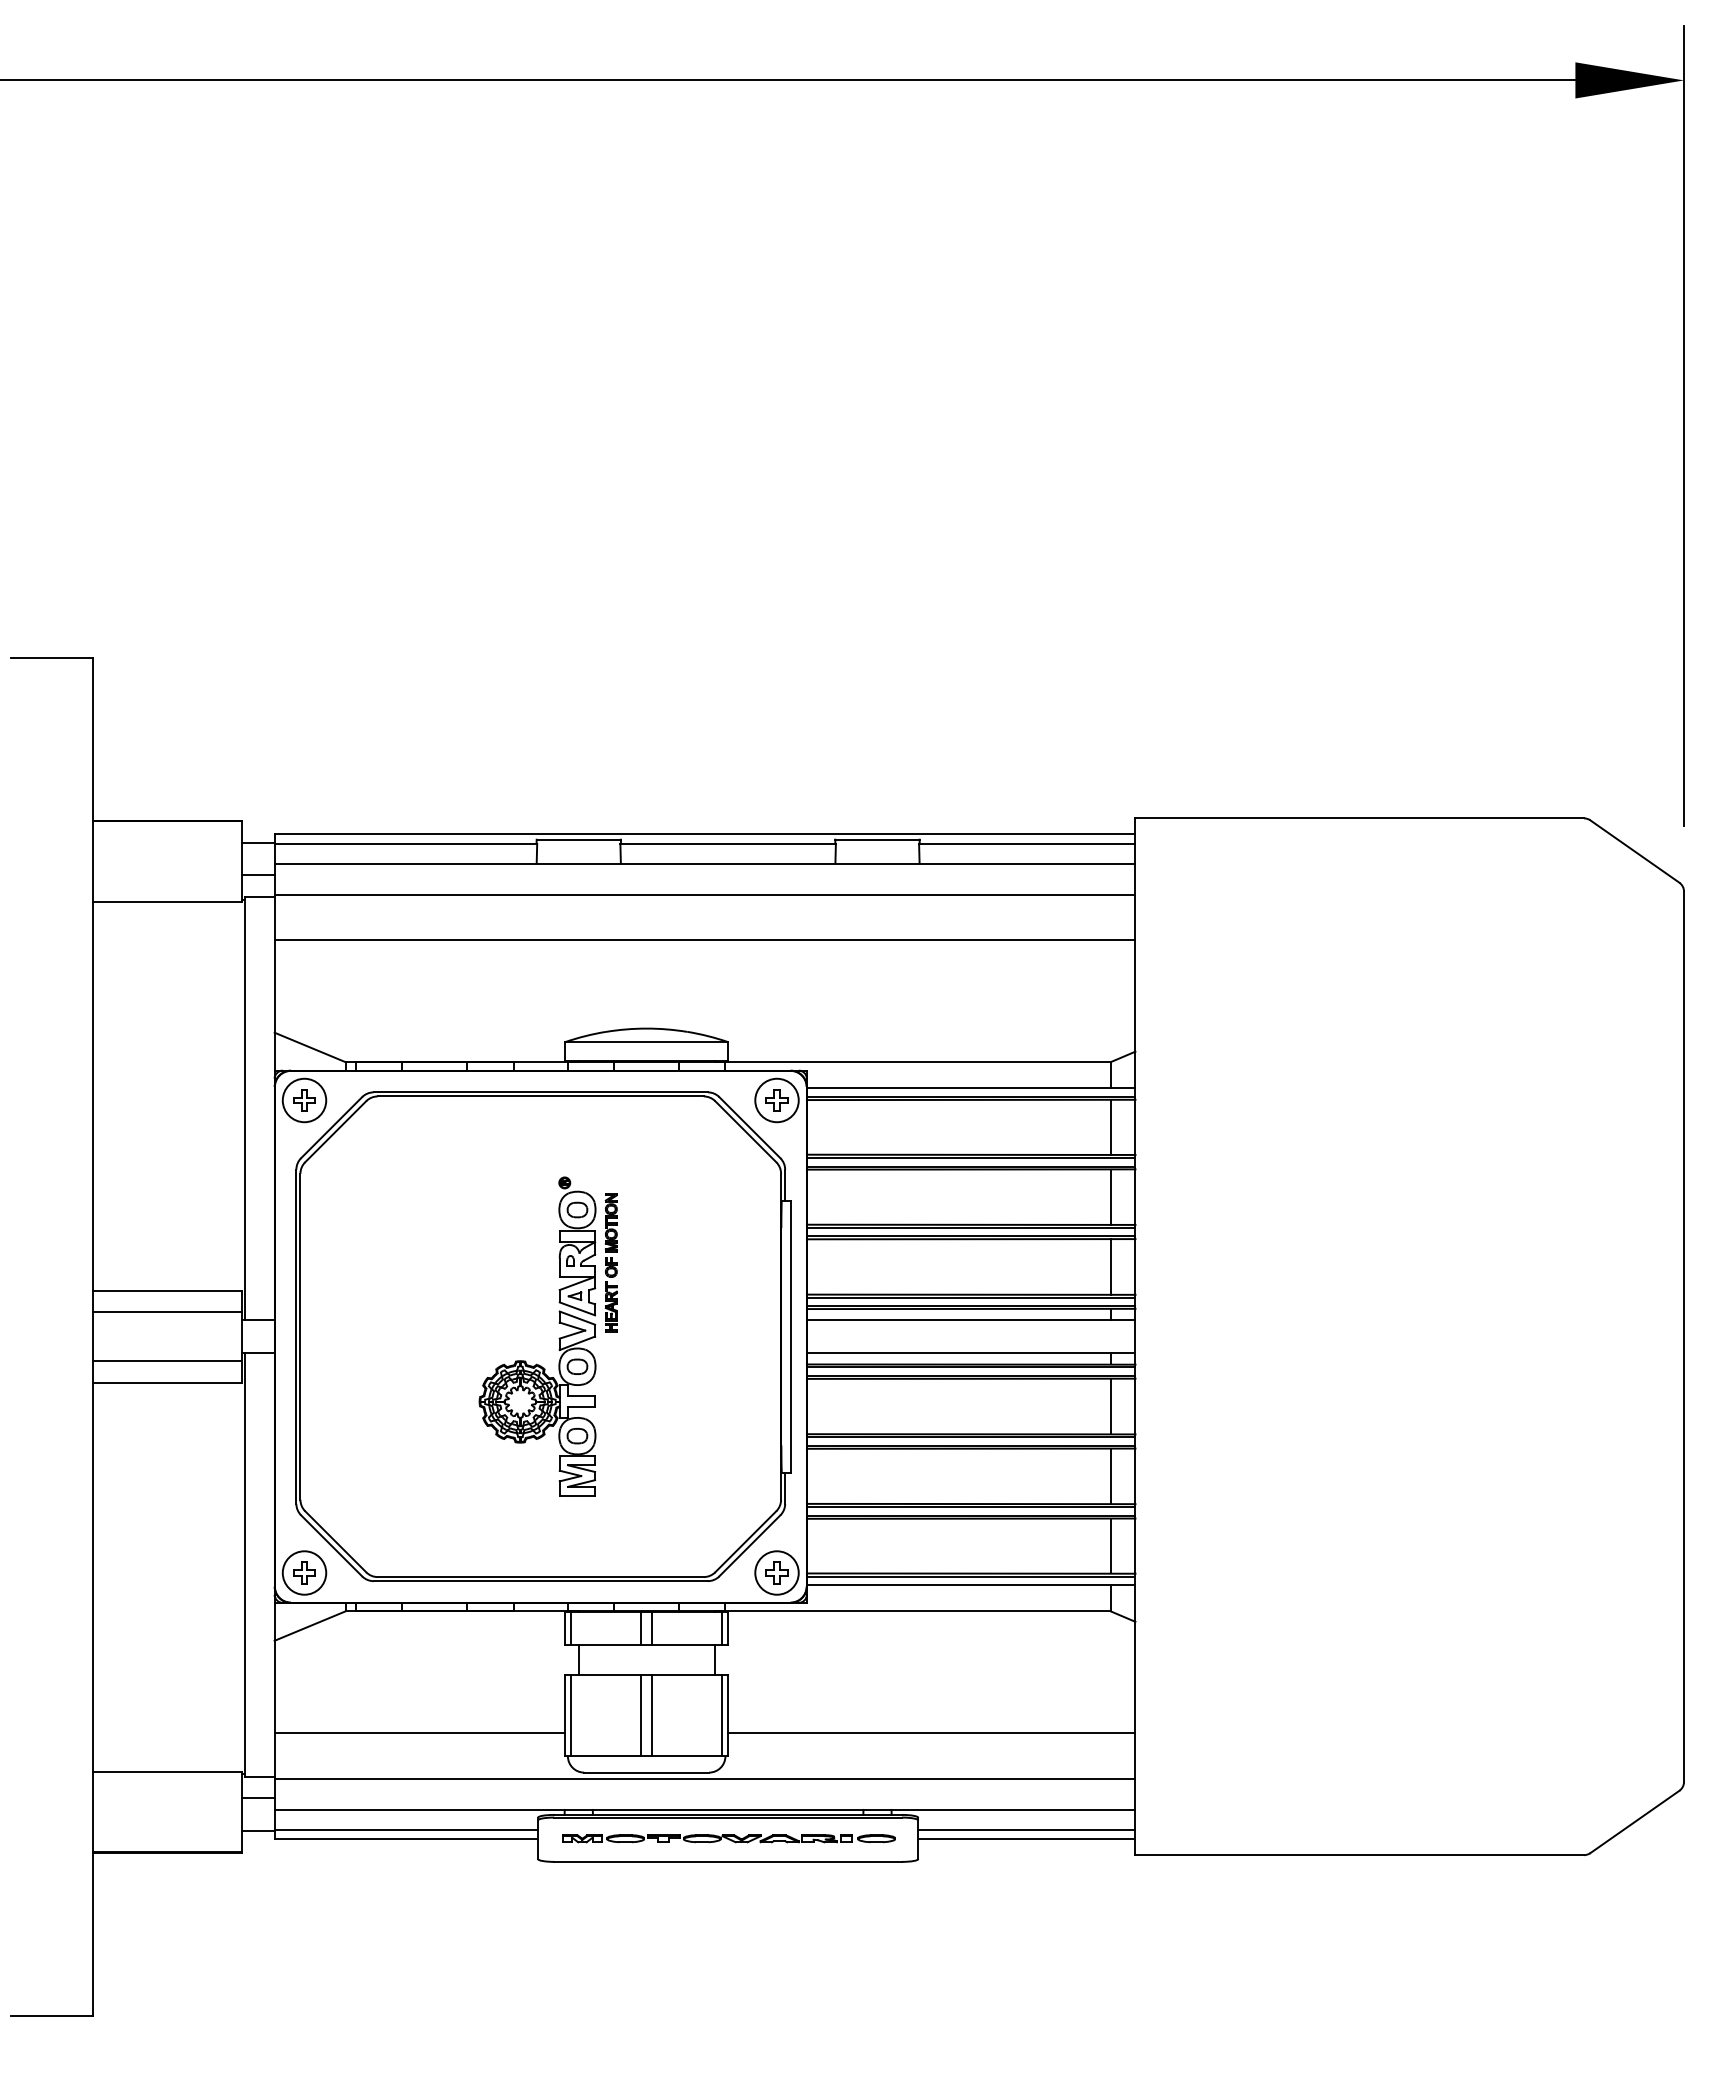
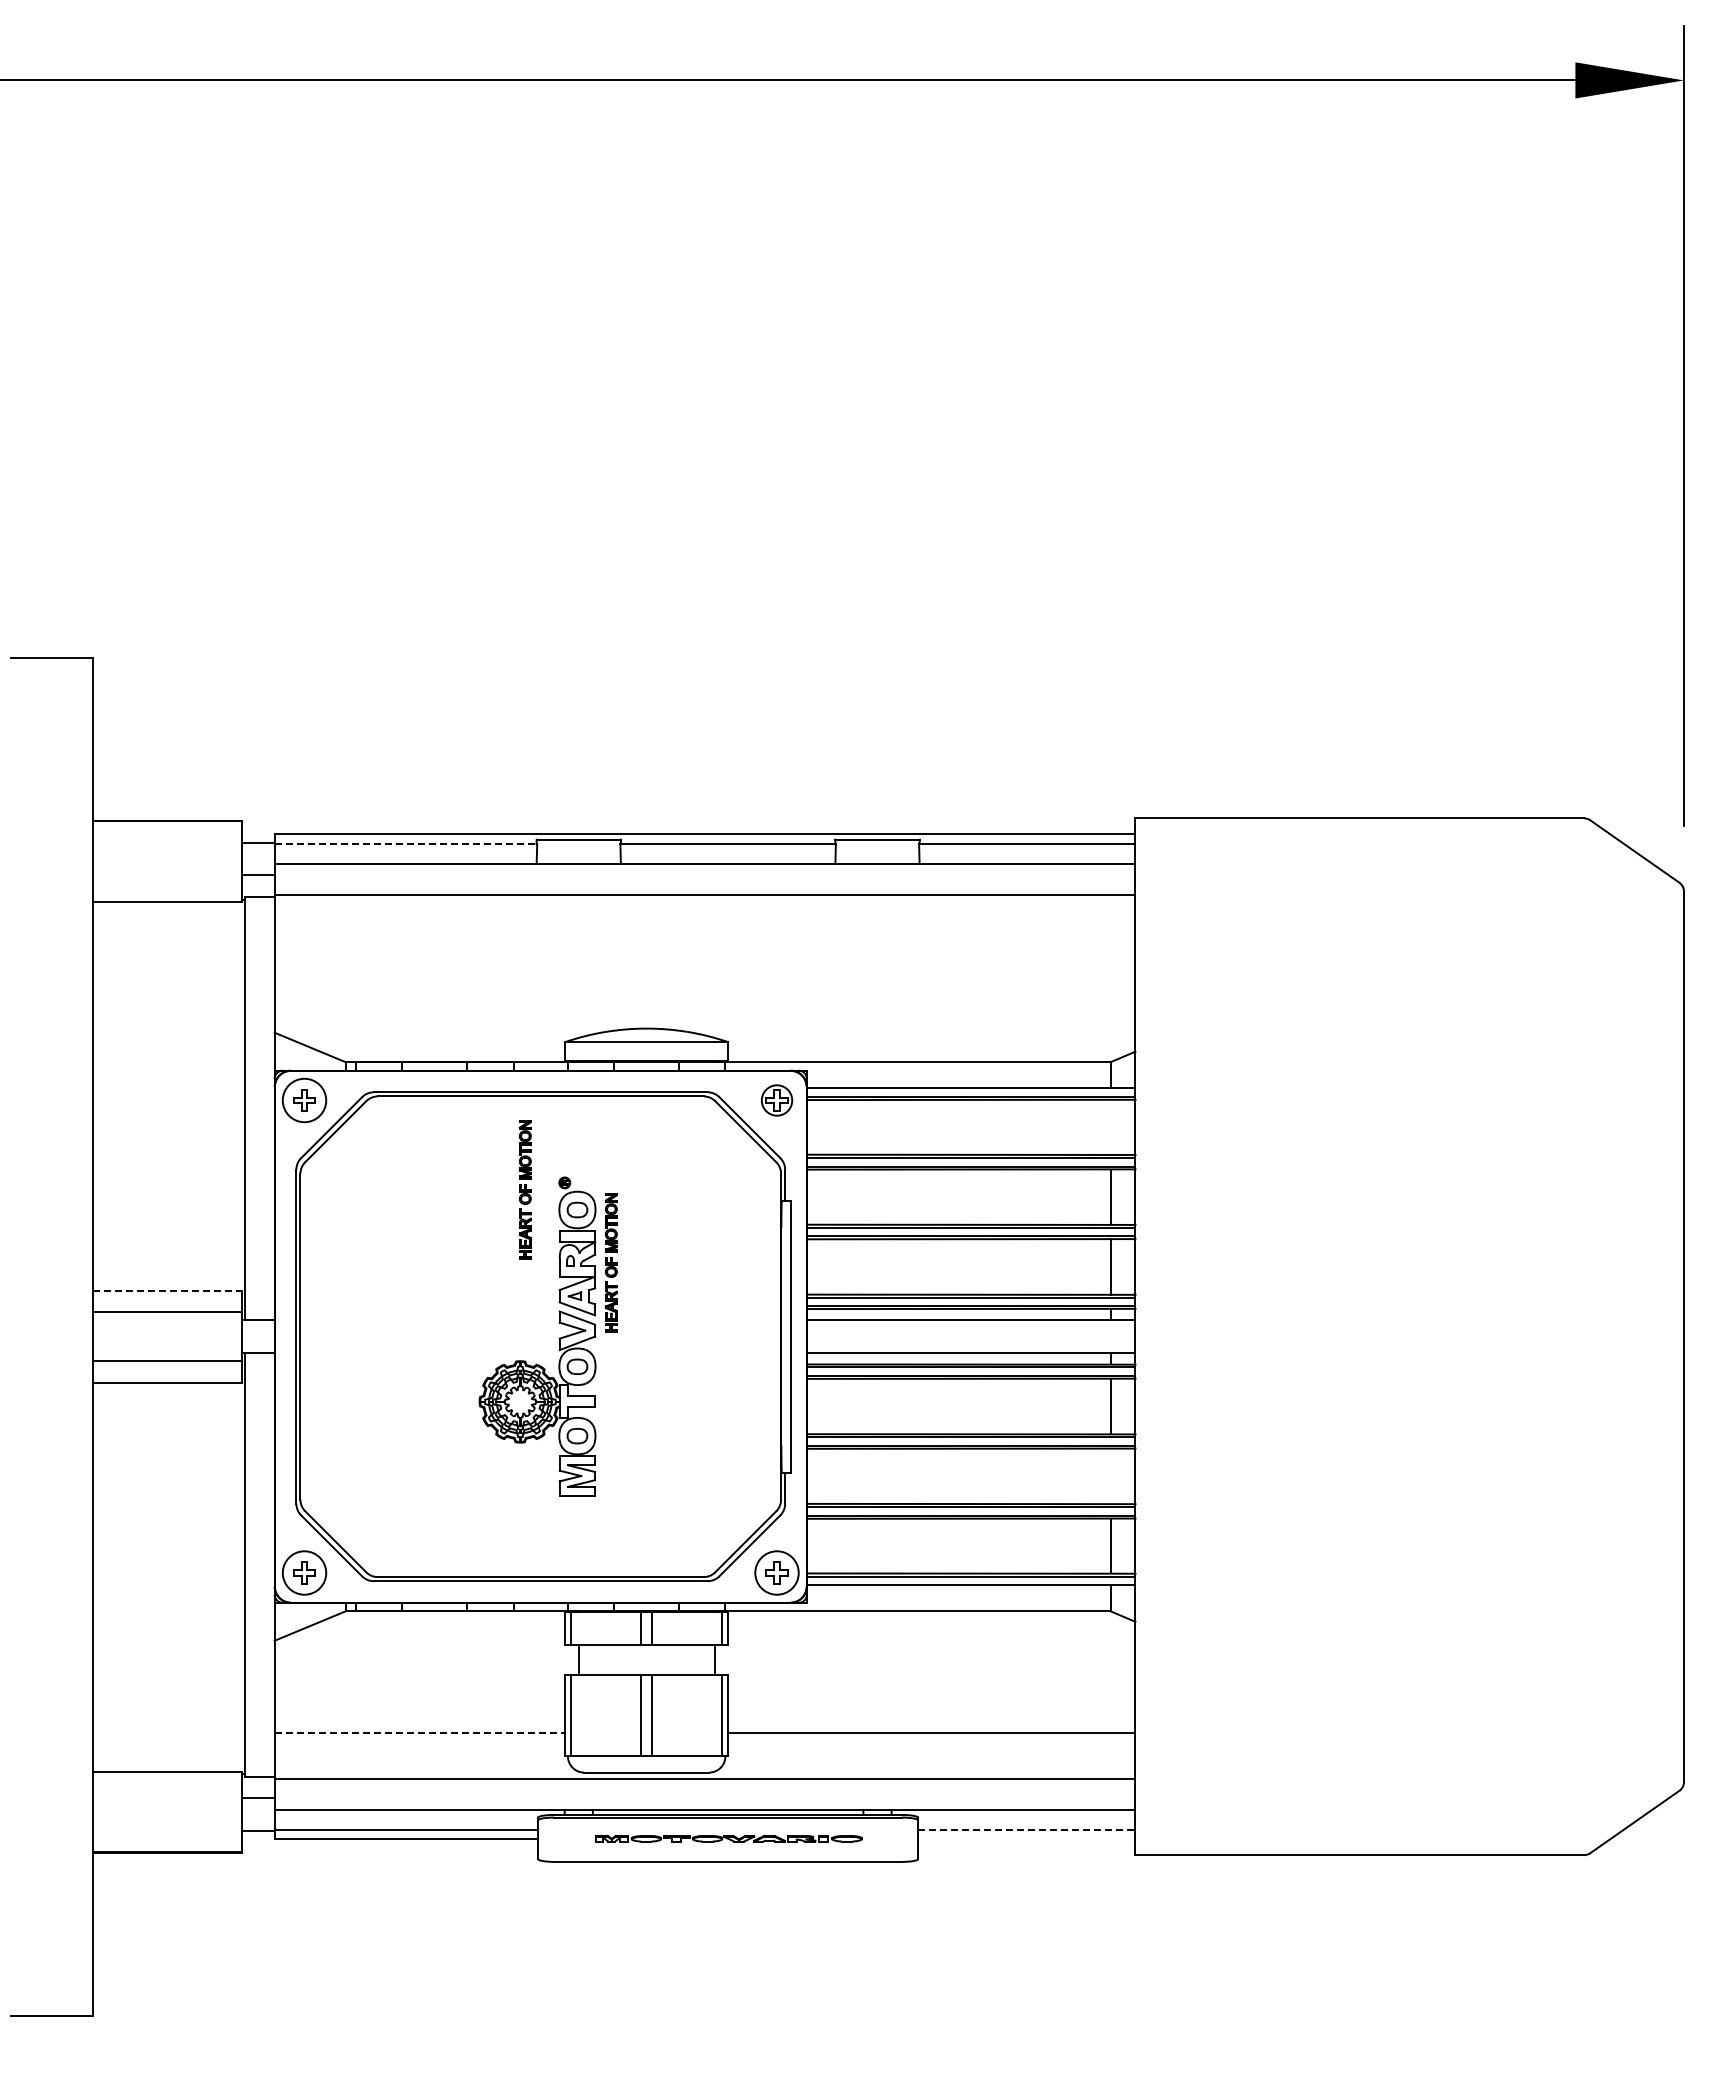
line at (406, 843): solid -> dashed
line at (704, 940): present -> none
circle at (776, 1100) diameter: 43 px -> 30 px
line at (1110, 1127): present -> none
part at (524, 1189): none -> present
line at (167, 1290): solid -> dashed
line at (1110, 1475): present -> none
line at (420, 1733): solid -> dashed
line at (1026, 1829): solid -> dashed
part at (728, 1838) size: 334x10 px -> 268x9 px
line at (1026, 1839): present -> none
